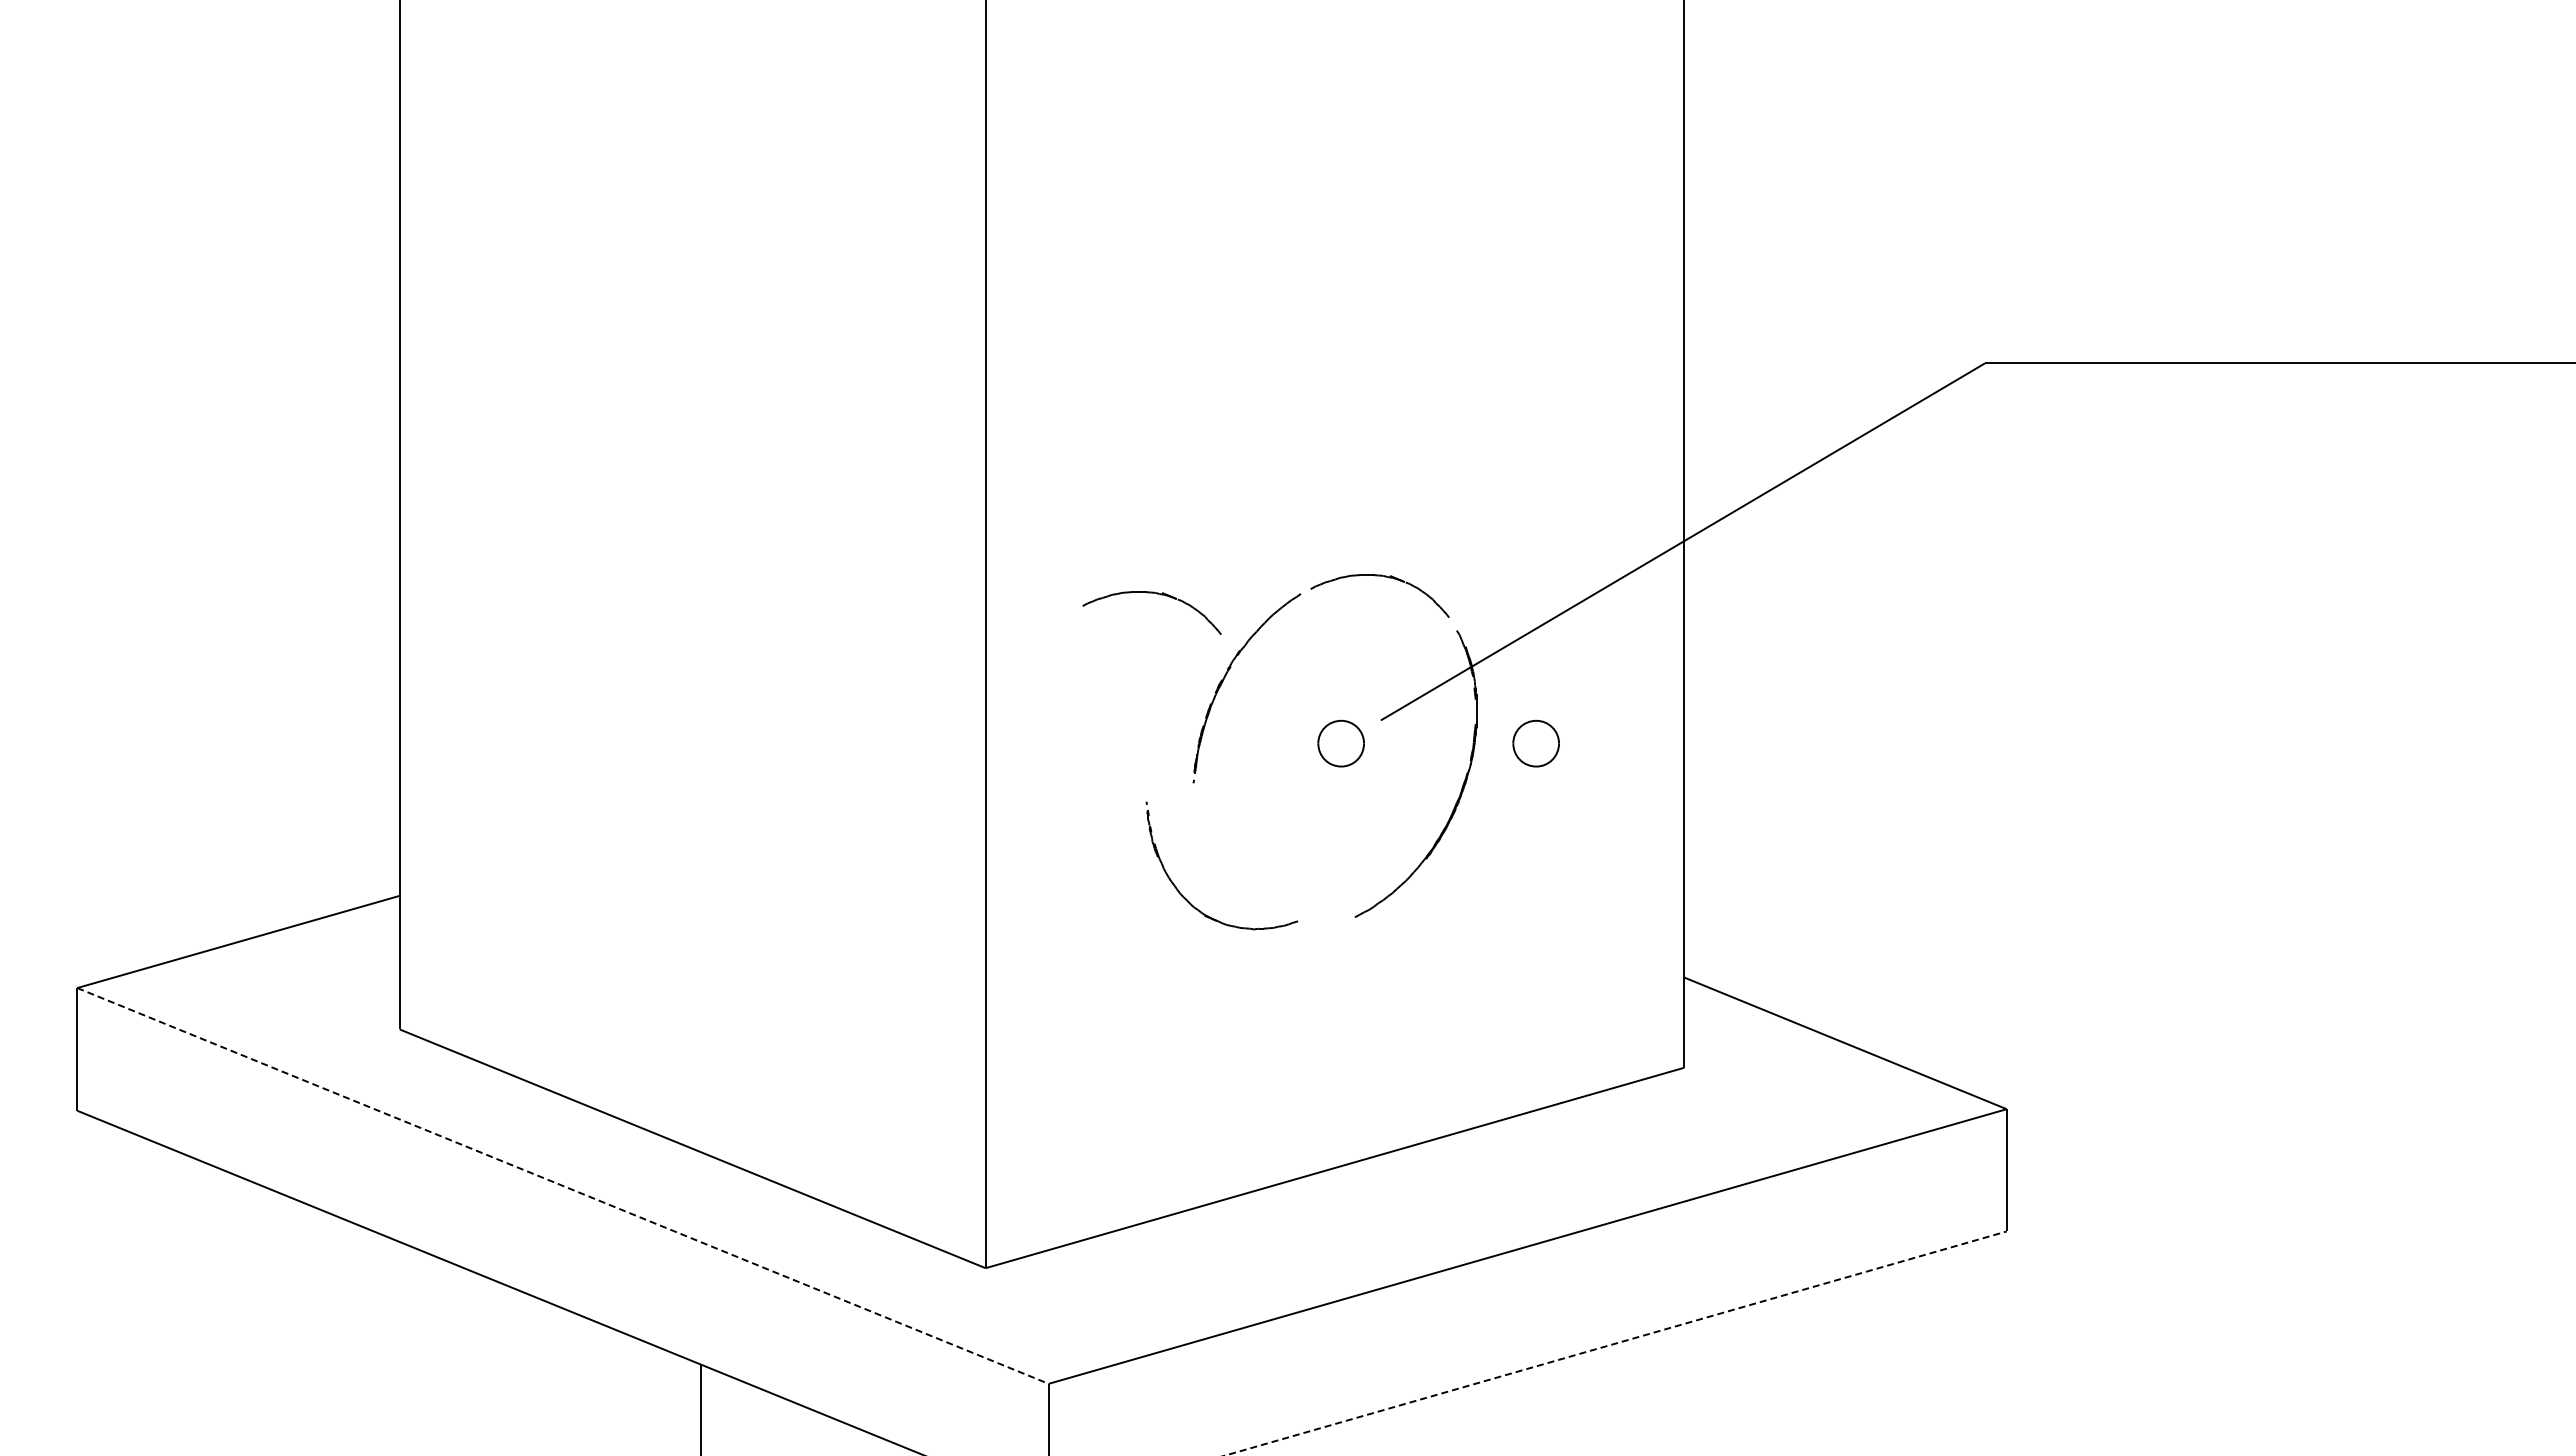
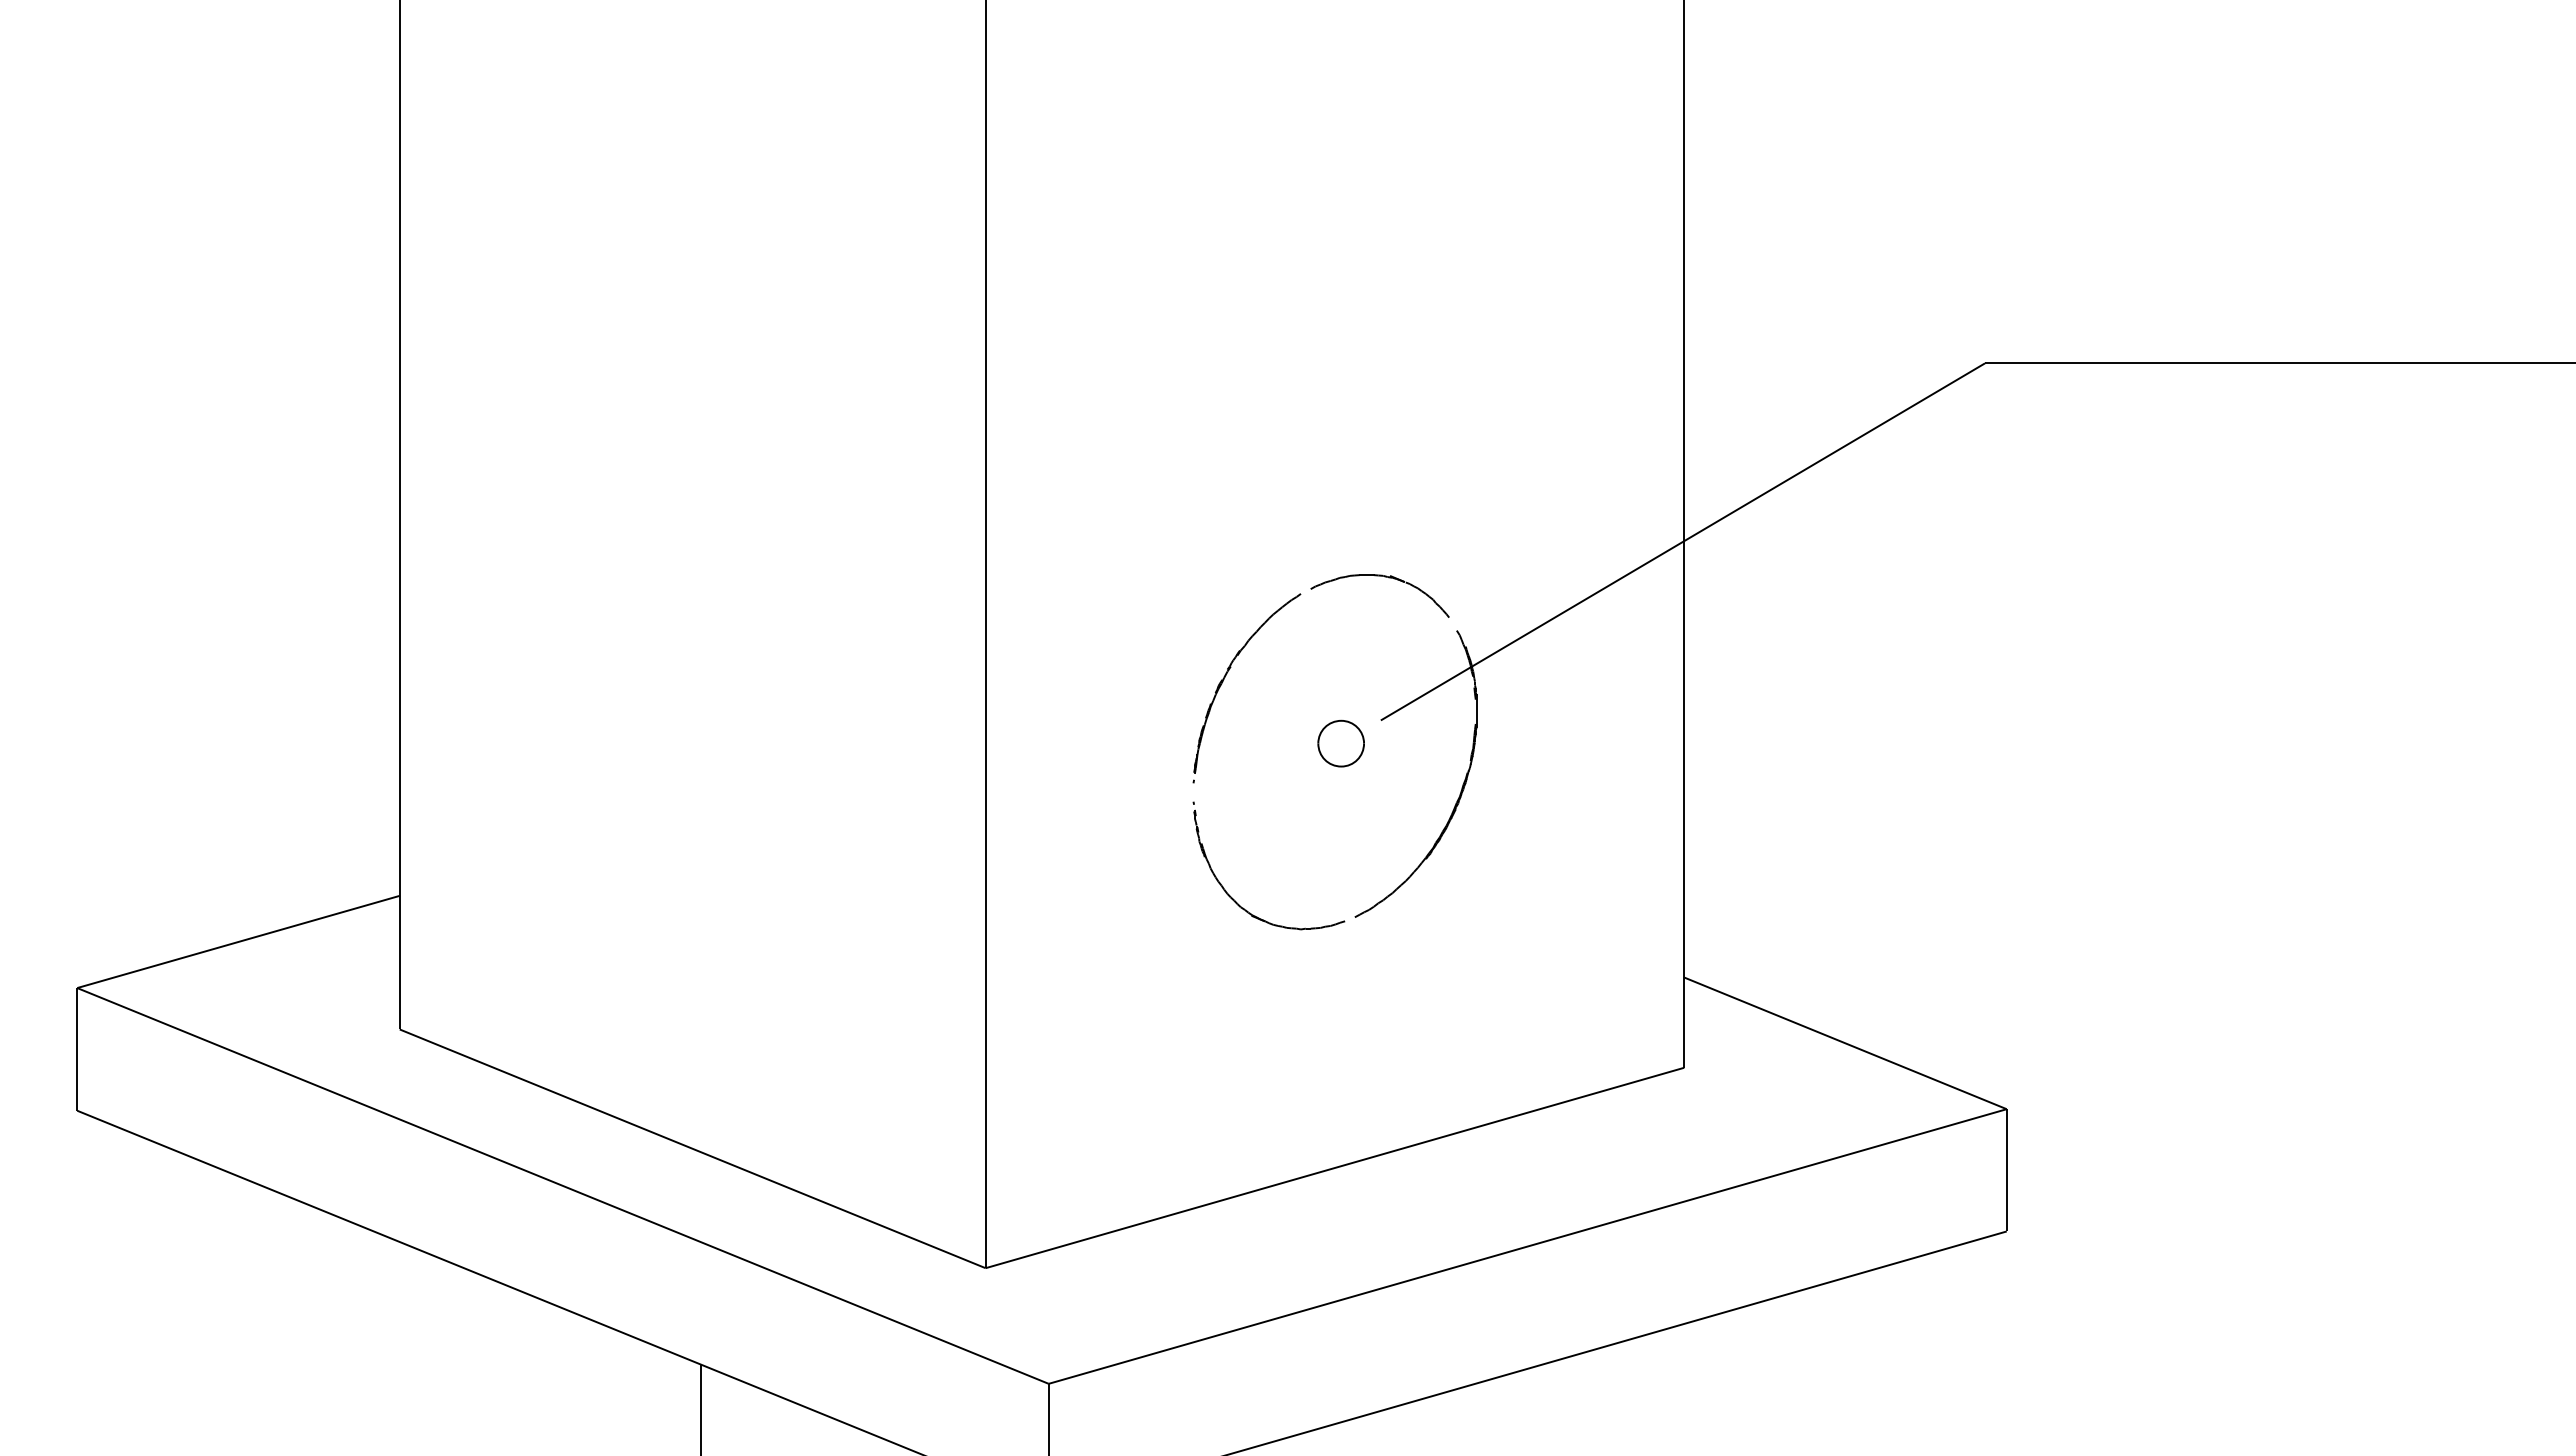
part at (1156, 594): present -> none
part at (1535, 743): present -> none
part at (1187, 899) position: (1187, 899) -> (1234, 899)
line at (563, 1186): dashed -> solid
line at (1615, 1343): dashed -> solid
